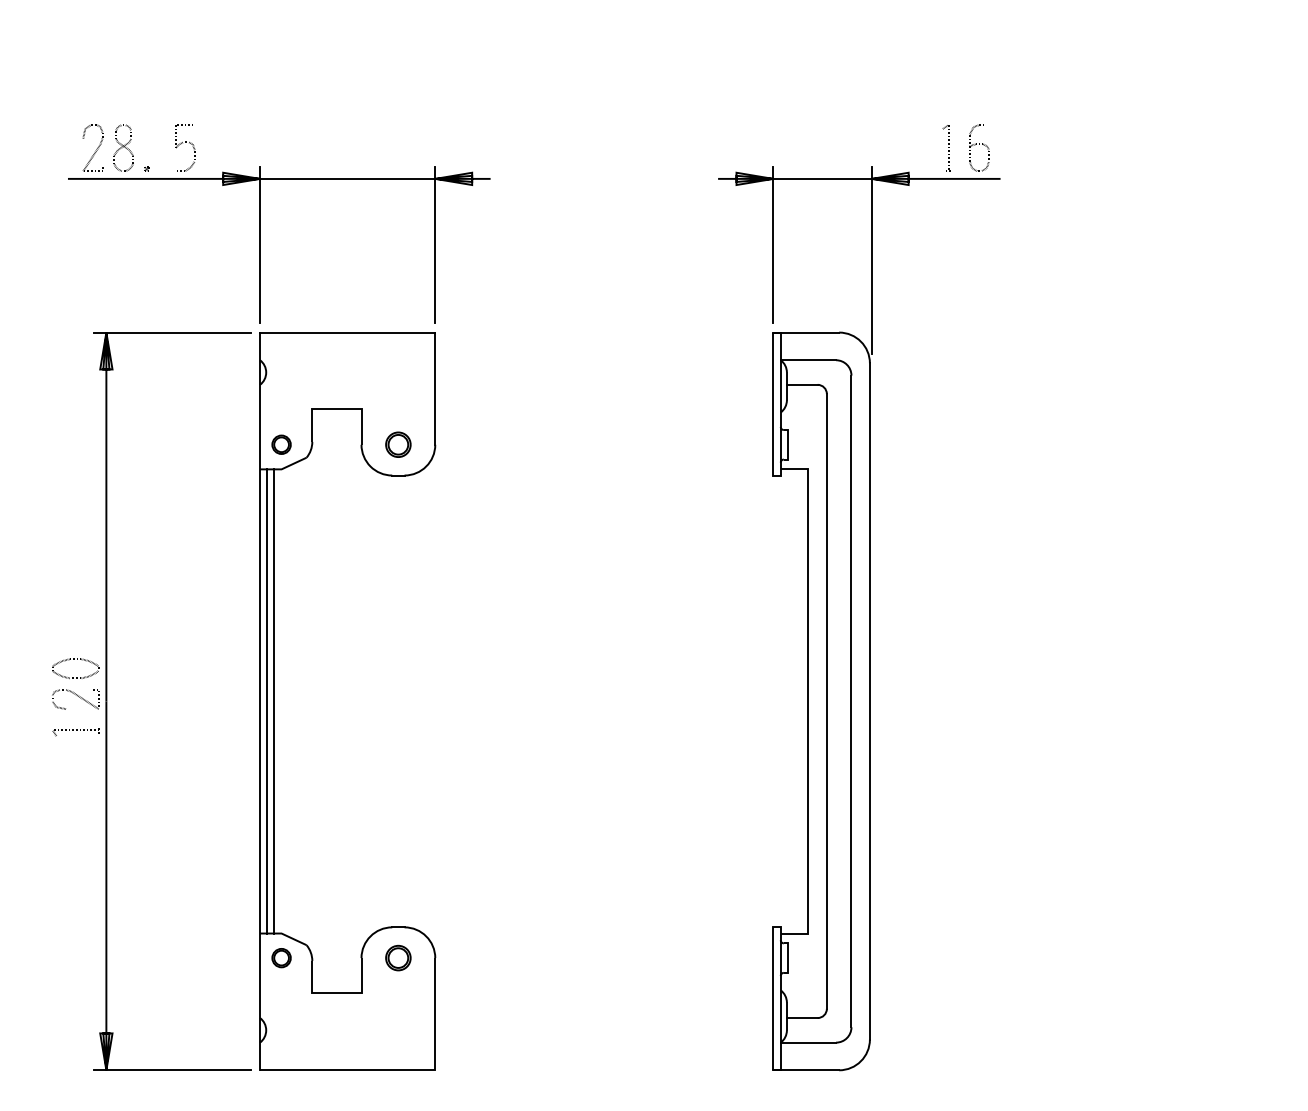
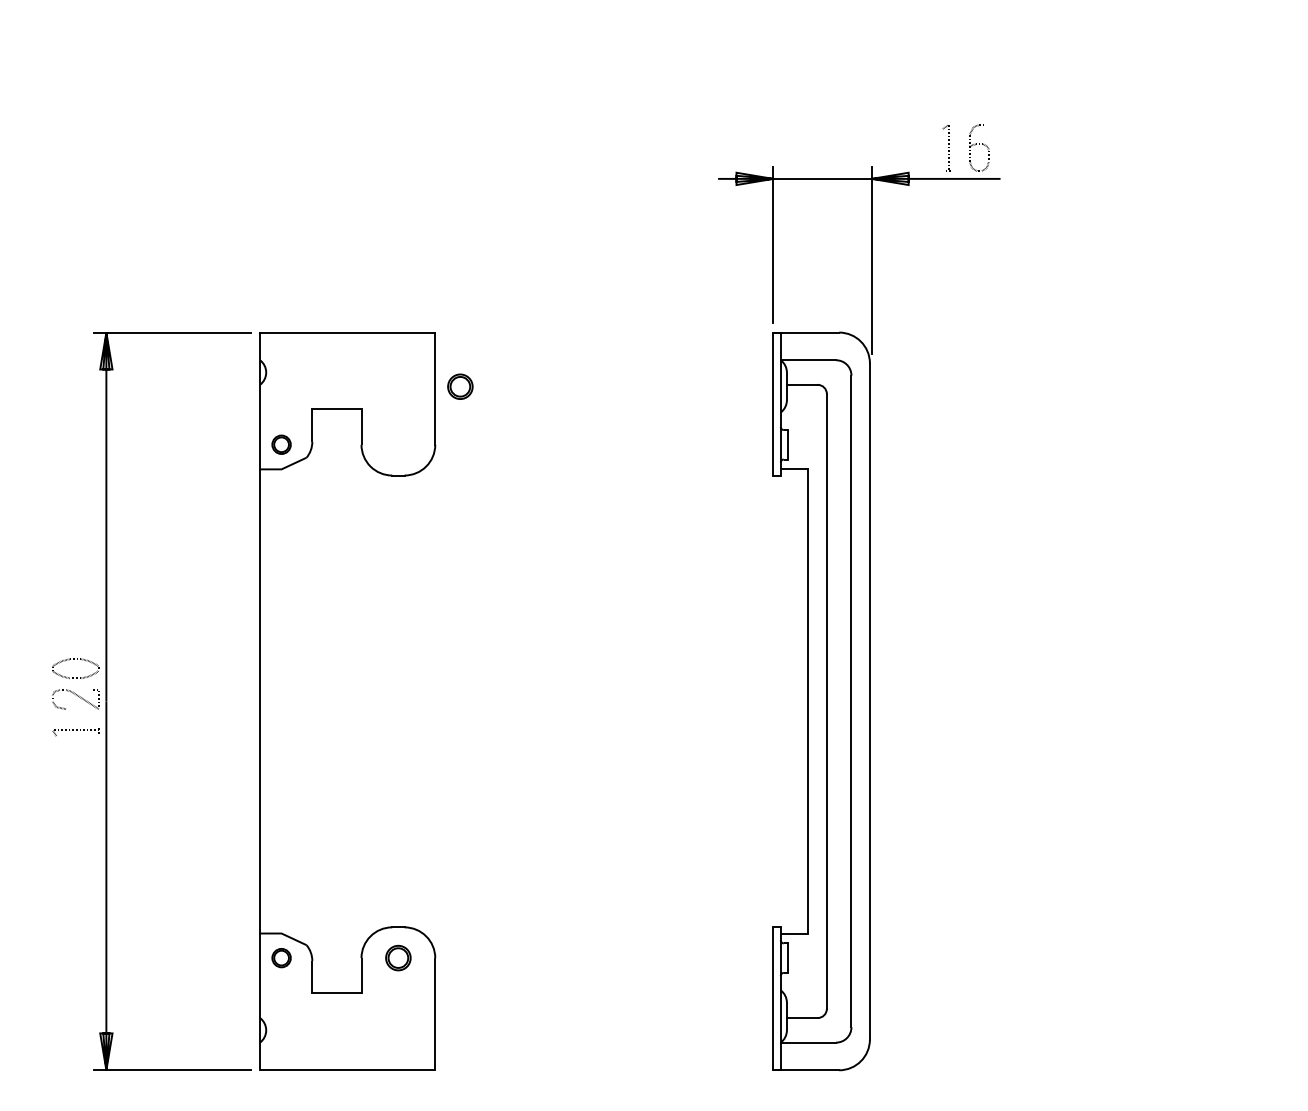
part at (260, 223): present -> none
part at (398, 444) position: (398, 444) -> (460, 386)
line at (267, 701): present -> none
line at (273, 701): present -> none
